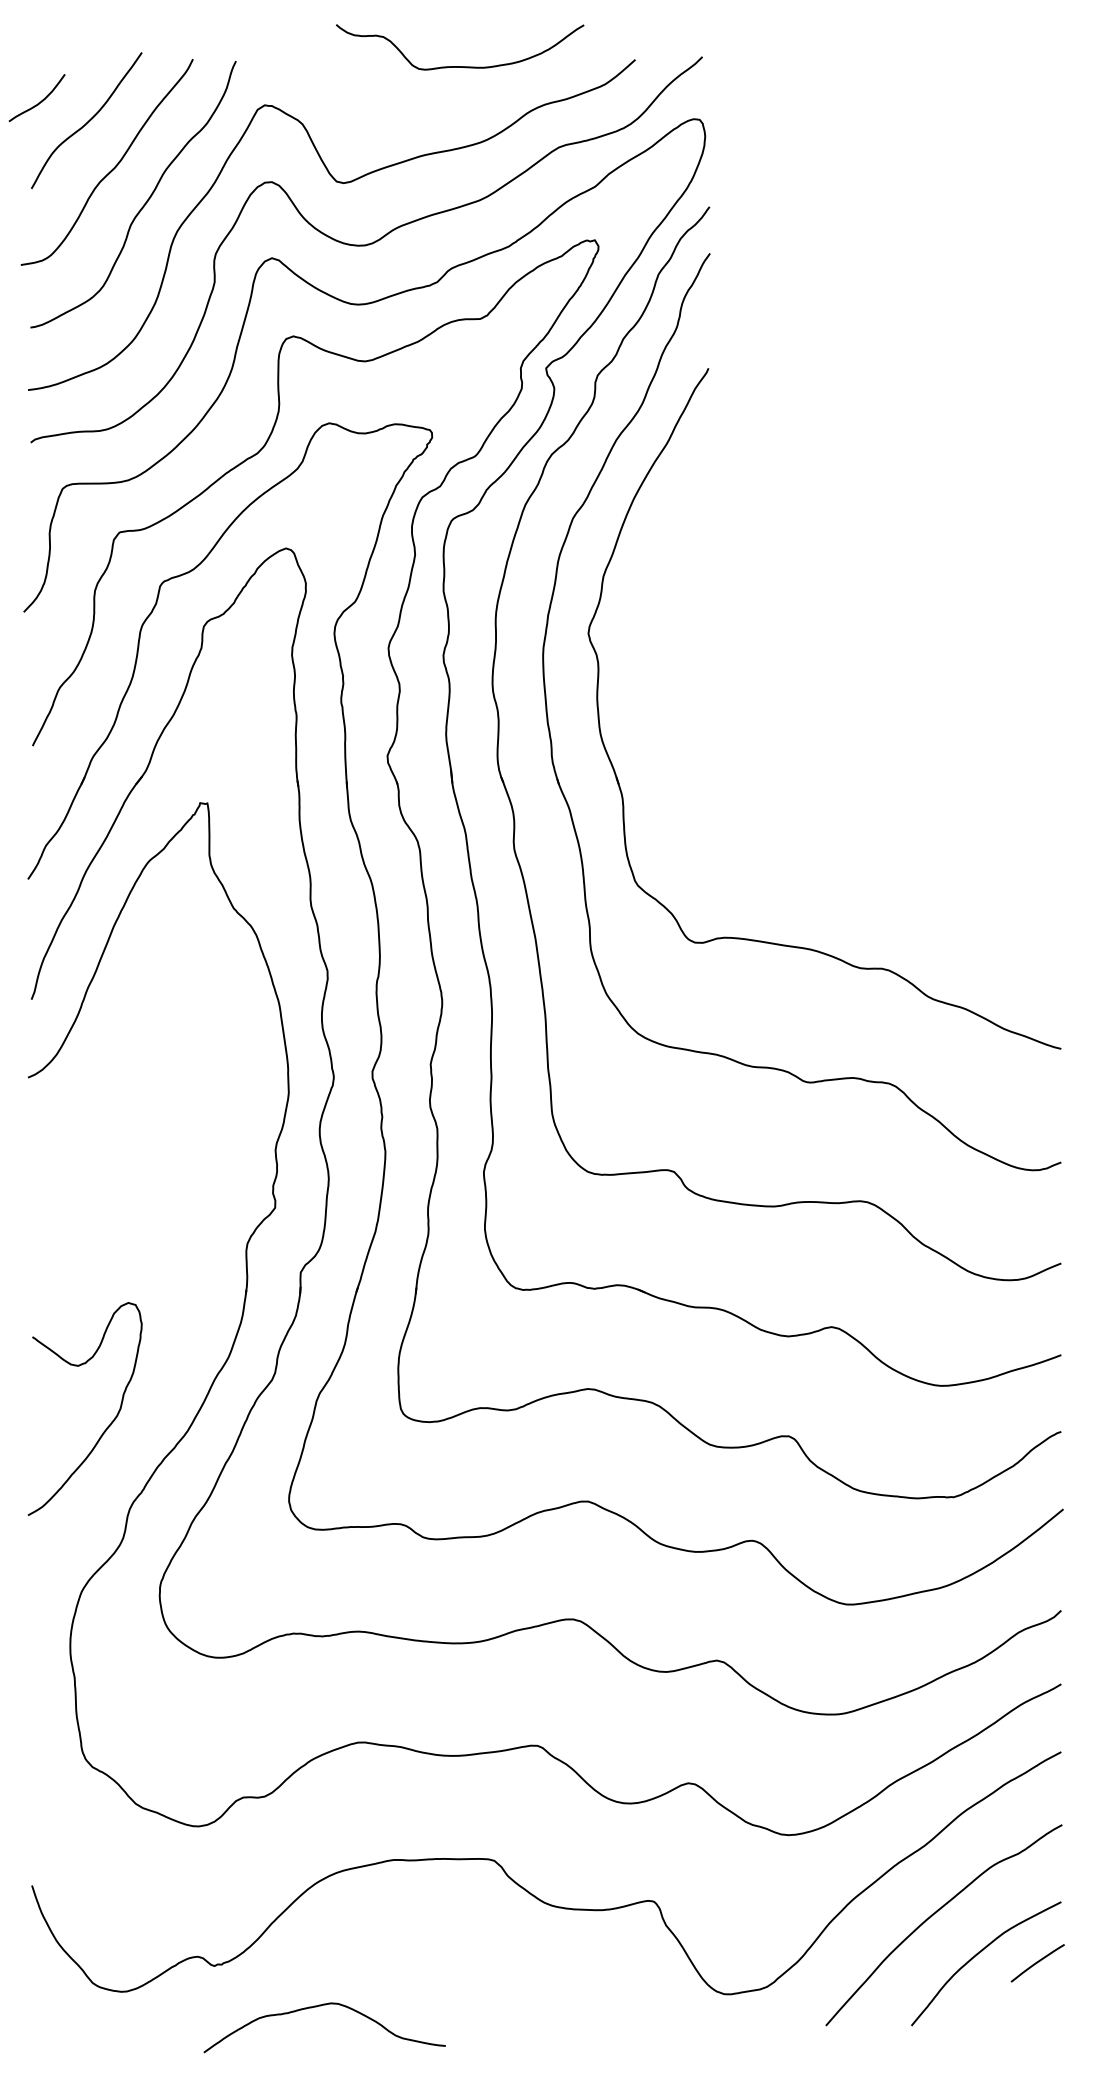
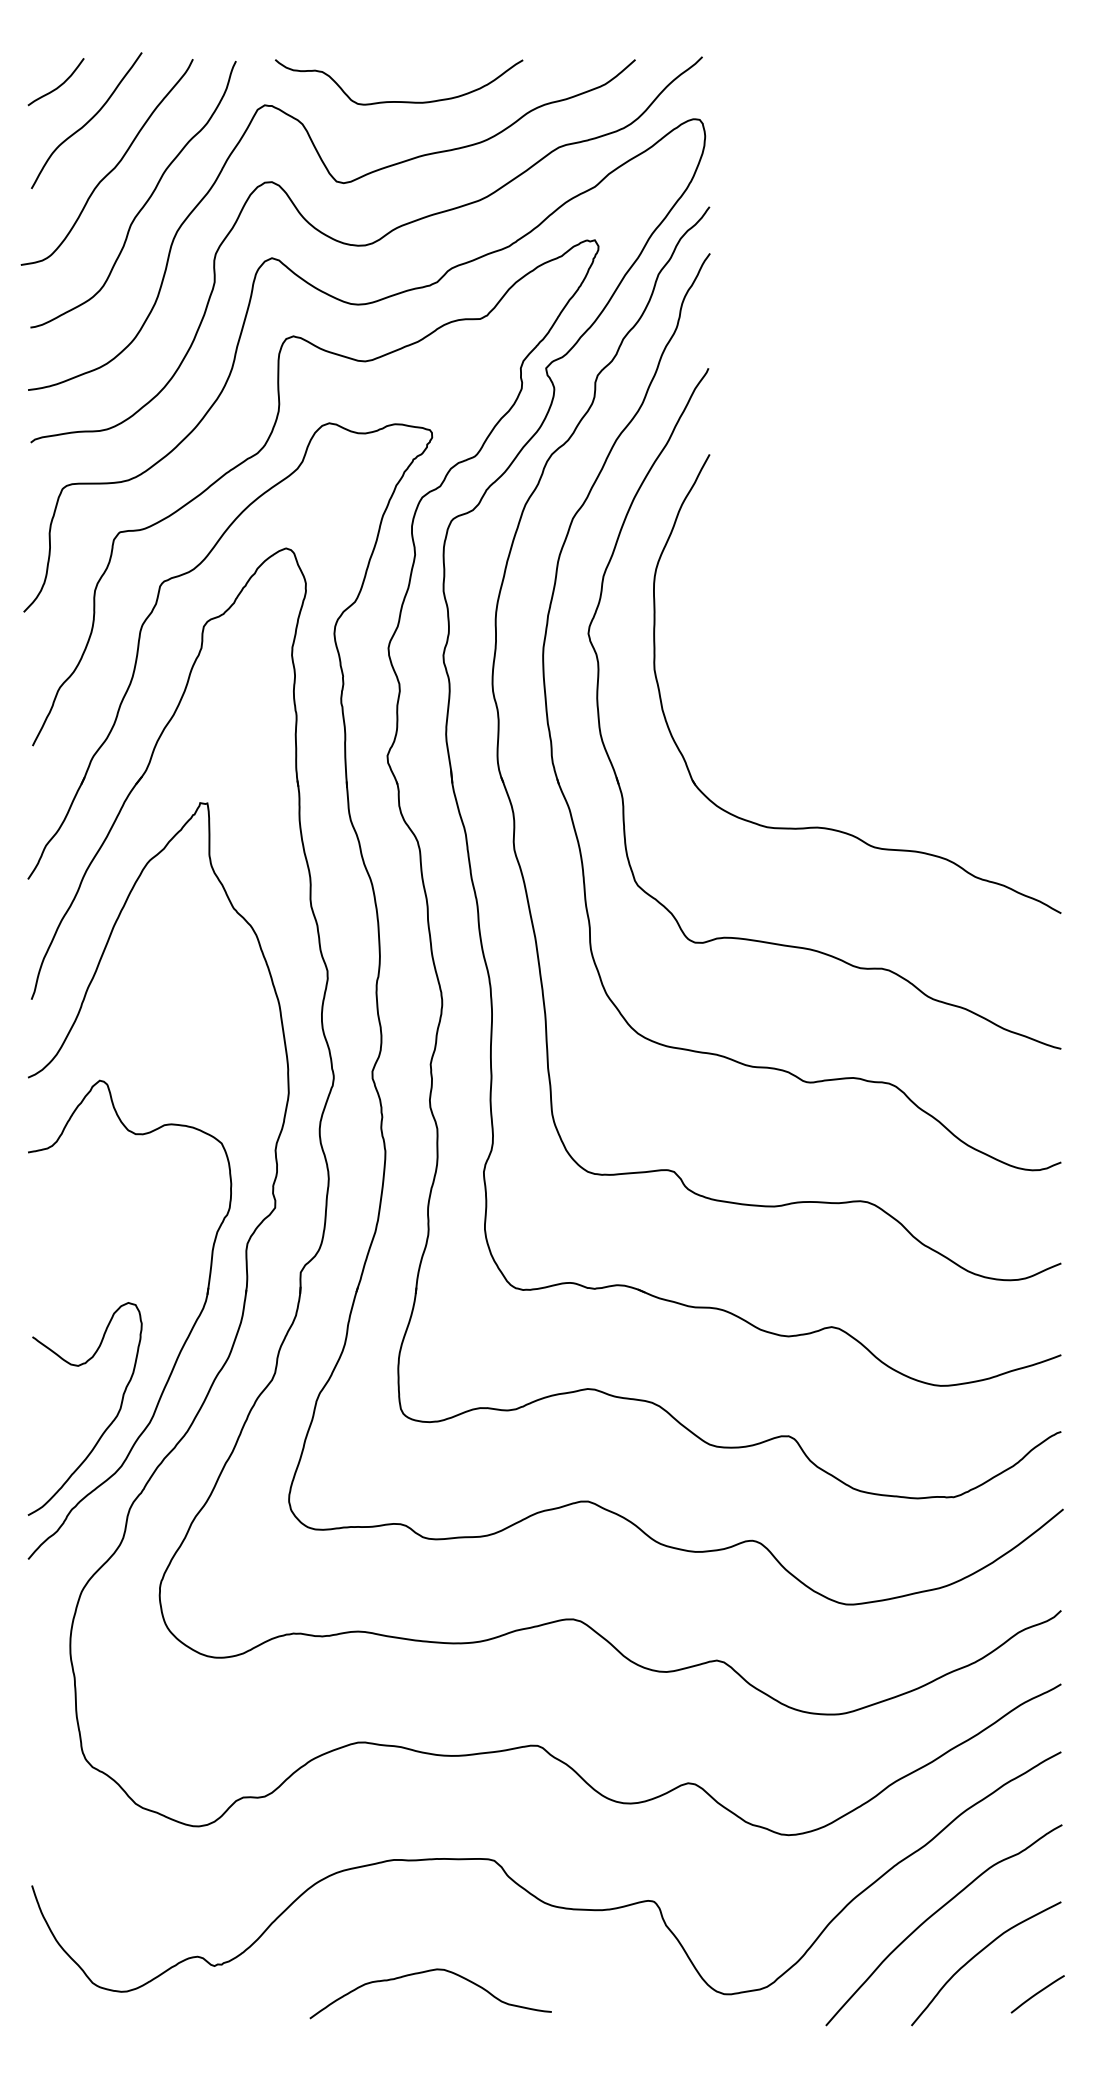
curve at (460, 66) position: (460, 66) -> (399, 101)
curve at (38, 102) position: (38, 102) -> (57, 86)
part at (827, 827): none -> present
part at (182, 1345): none -> present
curve at (1037, 1963) position: (1037, 1963) -> (1037, 1994)
curve at (321, 2006) position: (321, 2006) -> (427, 1972)
